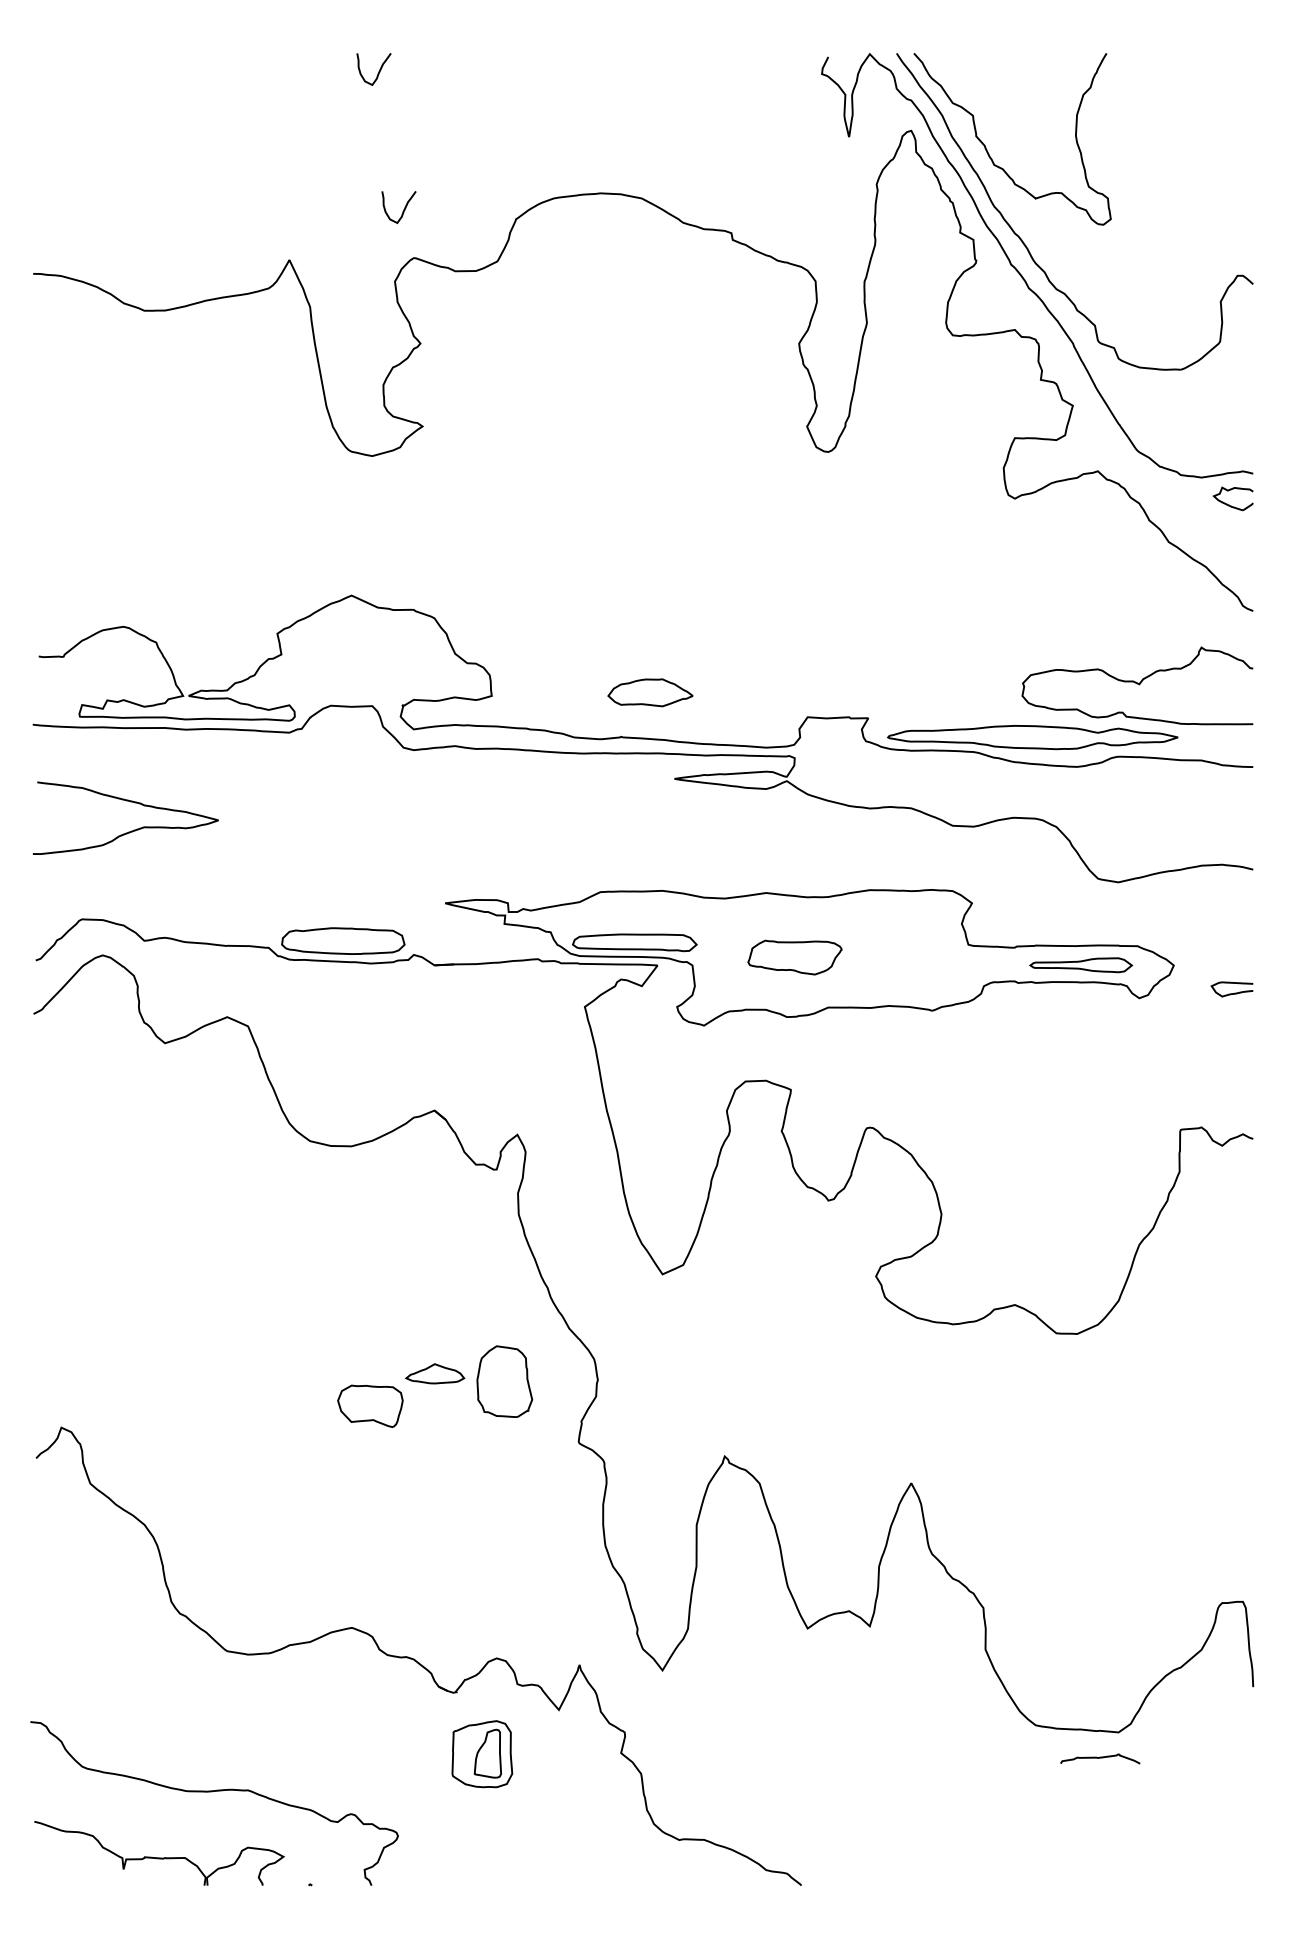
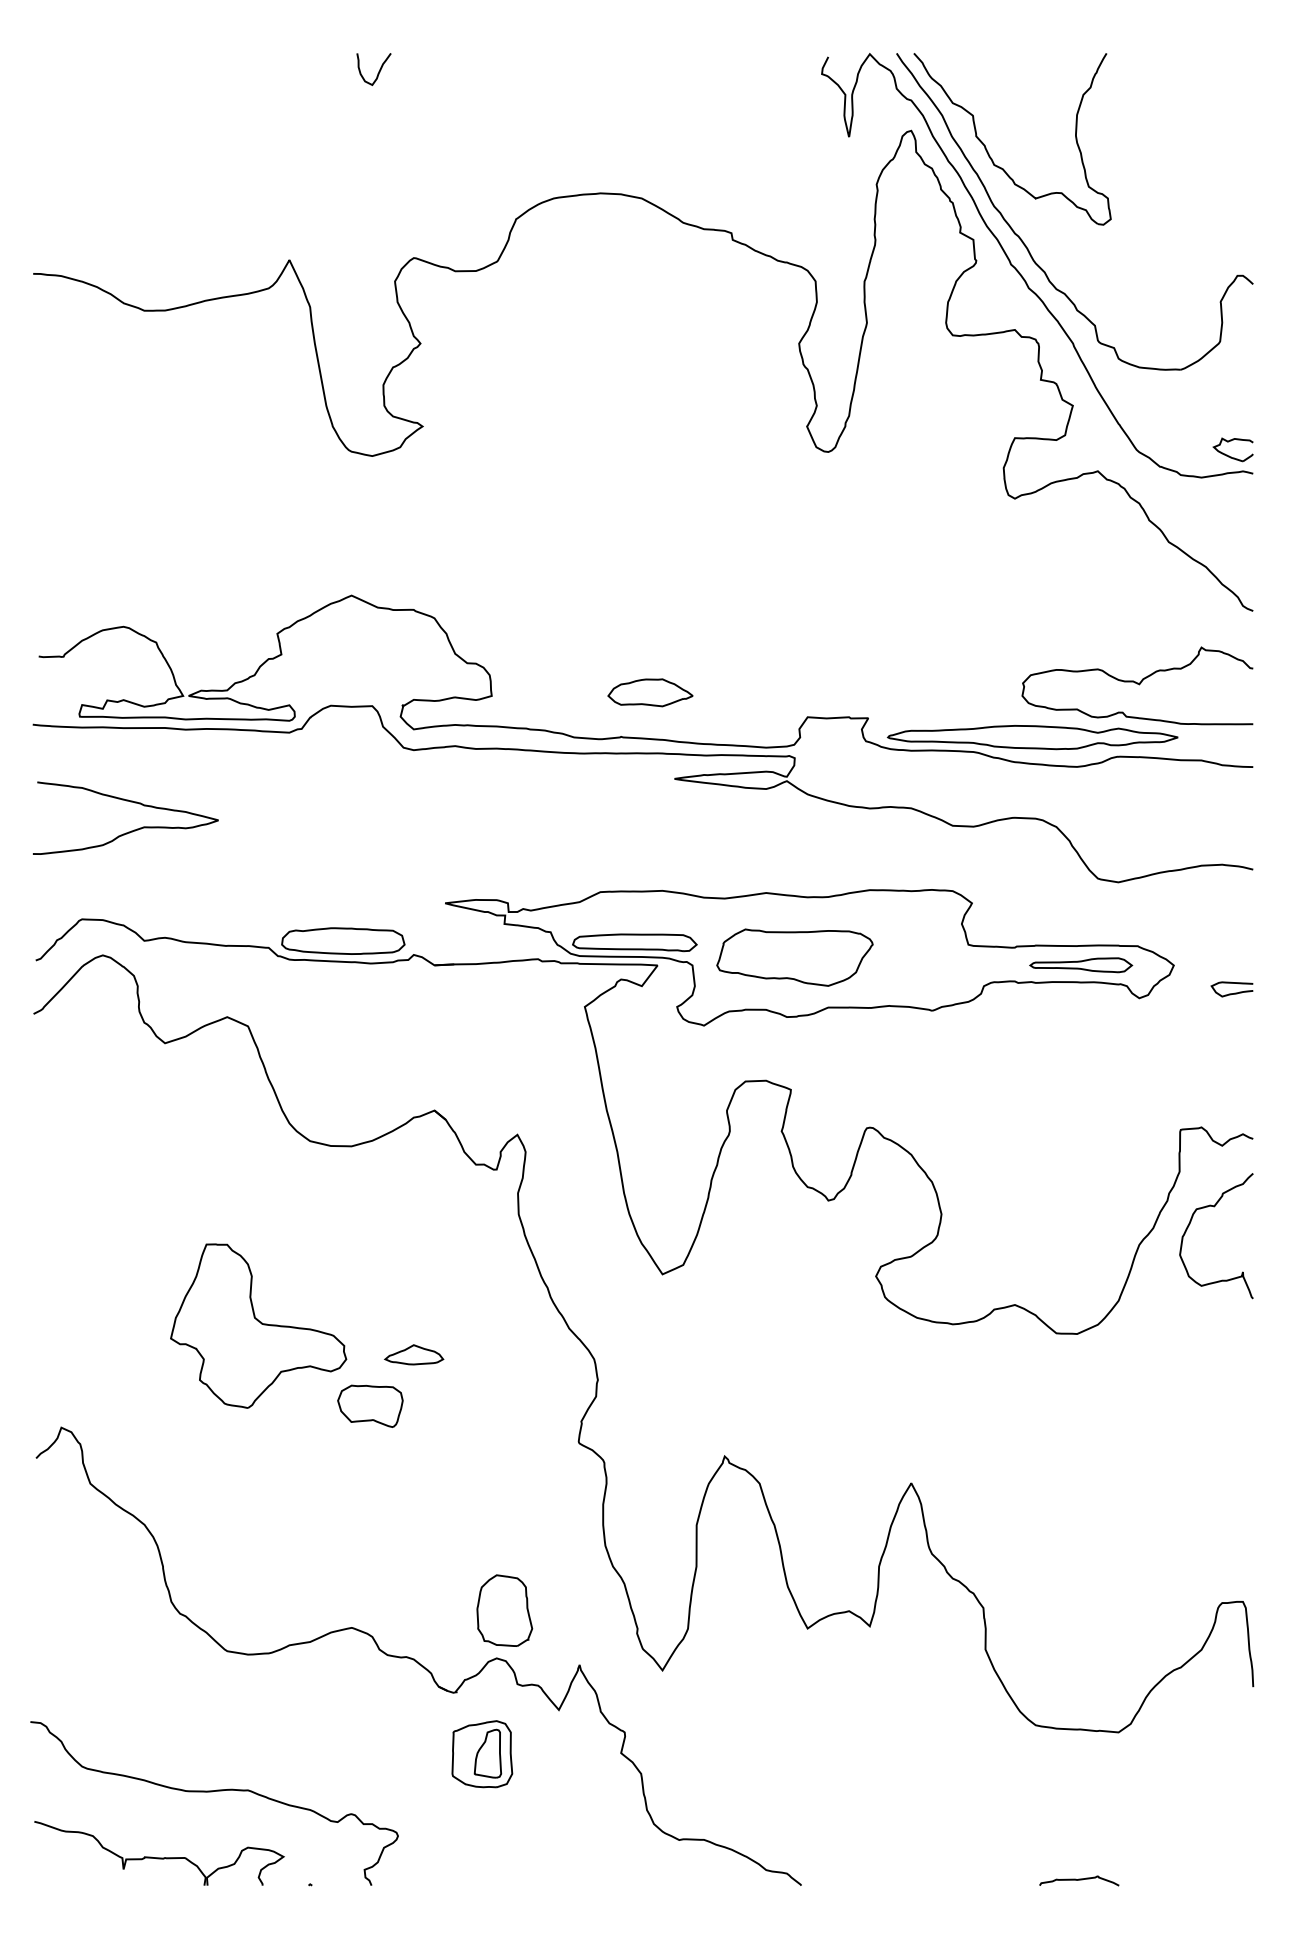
curve at (403, 209): present -> none
part at (1229, 504) position: (1229, 504) -> (1229, 455)
part at (794, 957) size: 96x37 px -> 158x59 px
curve at (1190, 1224): none -> present
part at (258, 1325): none -> present
part at (435, 1373) position: (435, 1373) -> (414, 1354)
part at (504, 1381) position: (504, 1381) -> (504, 1610)
curve at (1100, 1758) position: (1100, 1758) -> (1079, 1880)
